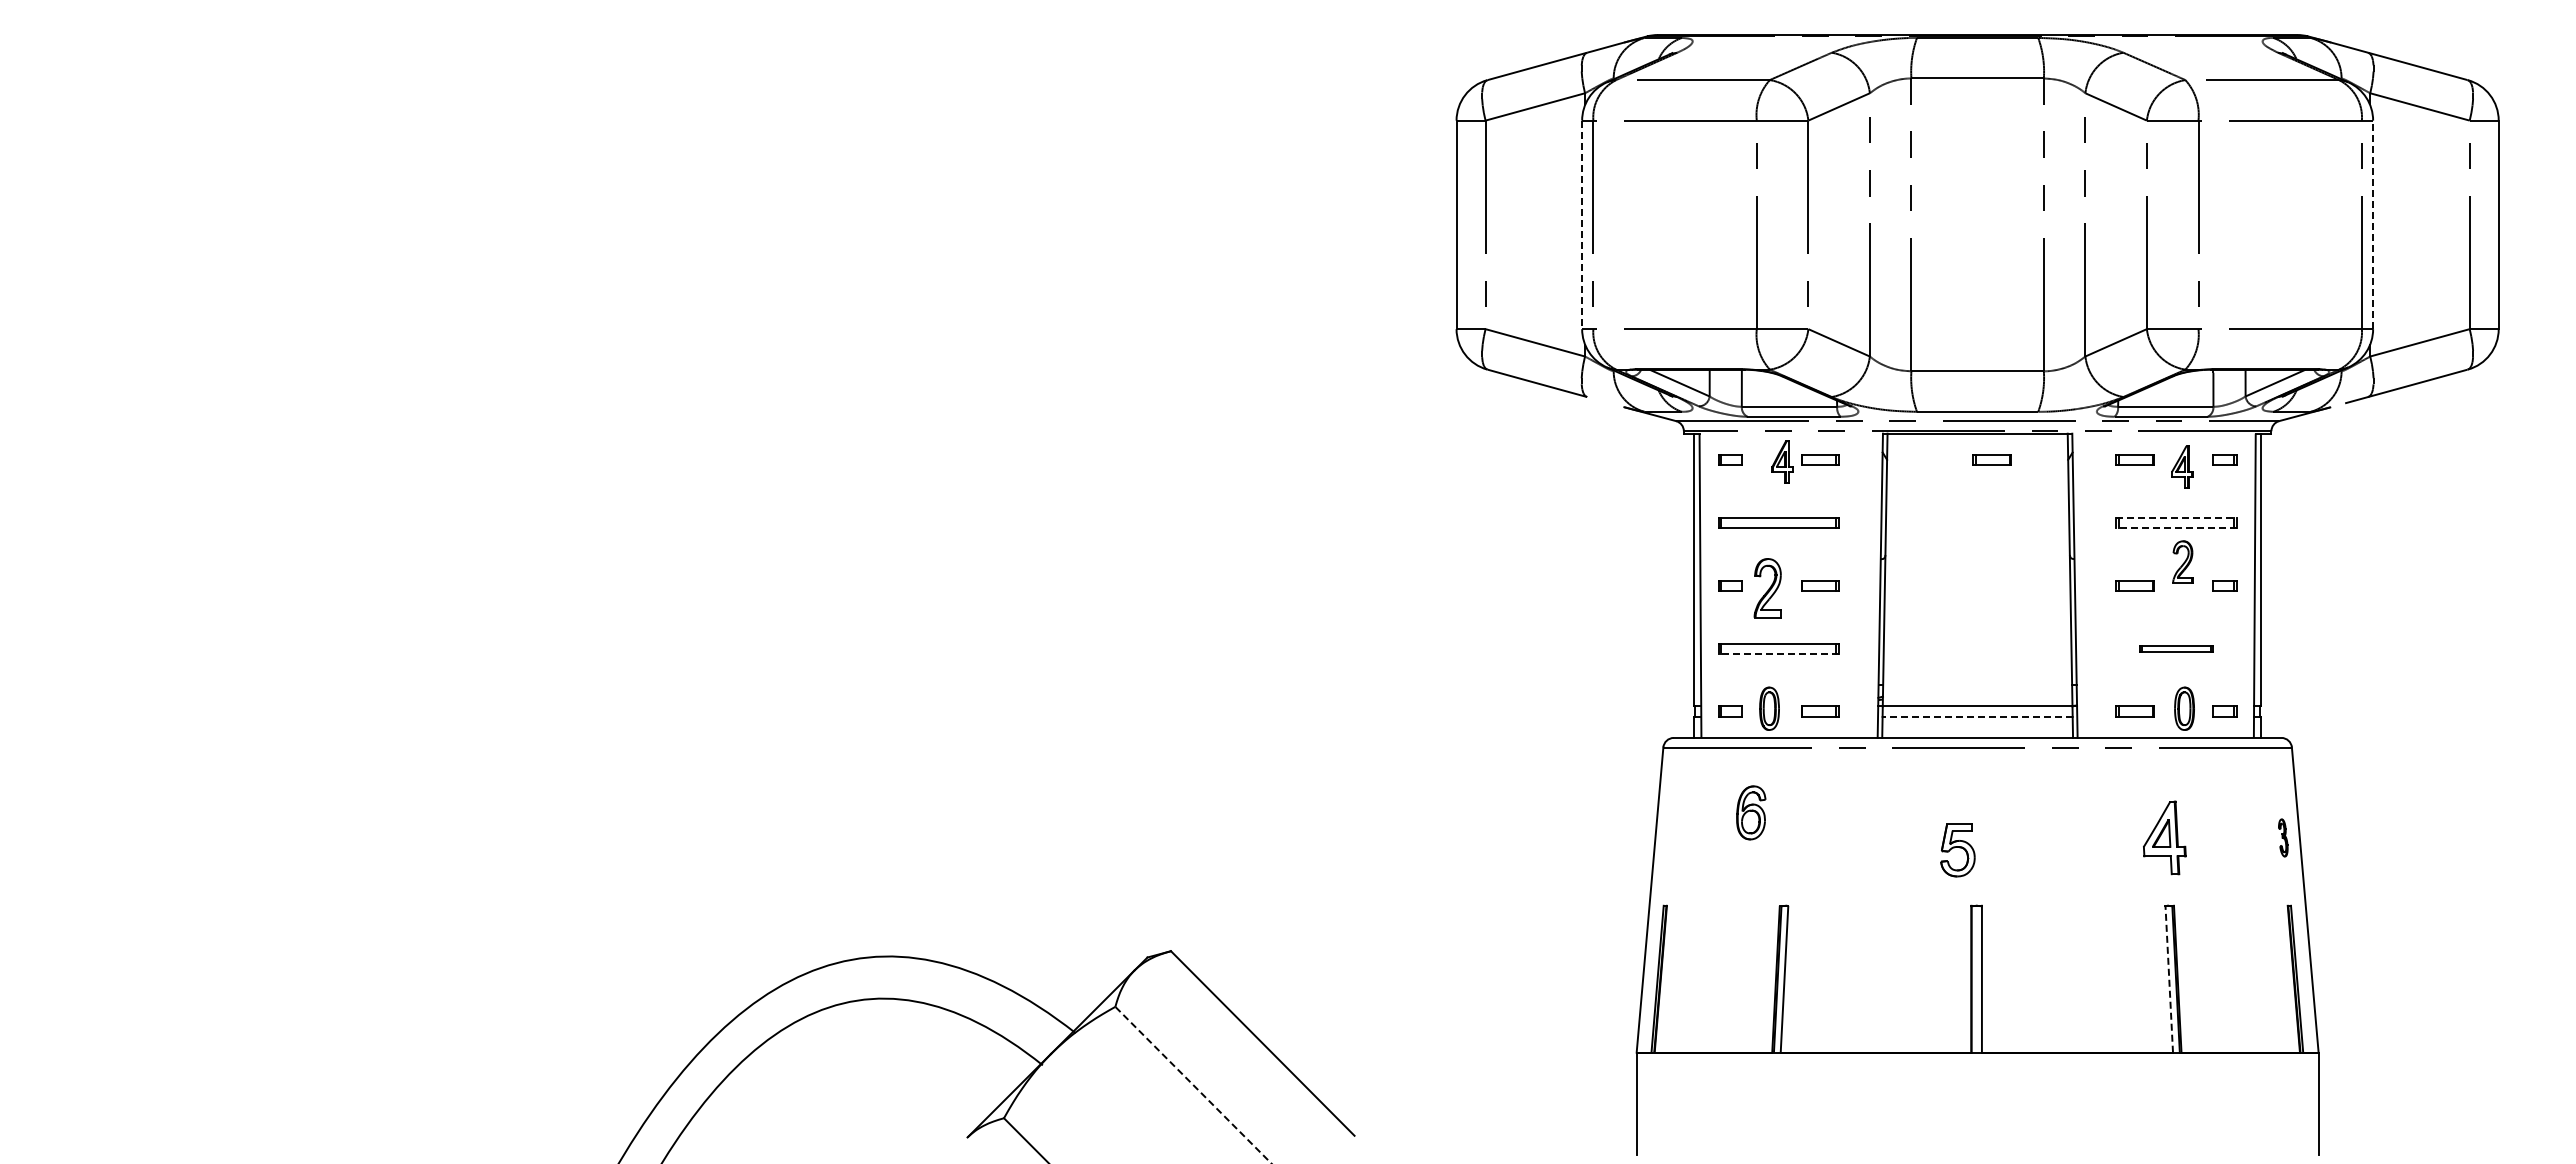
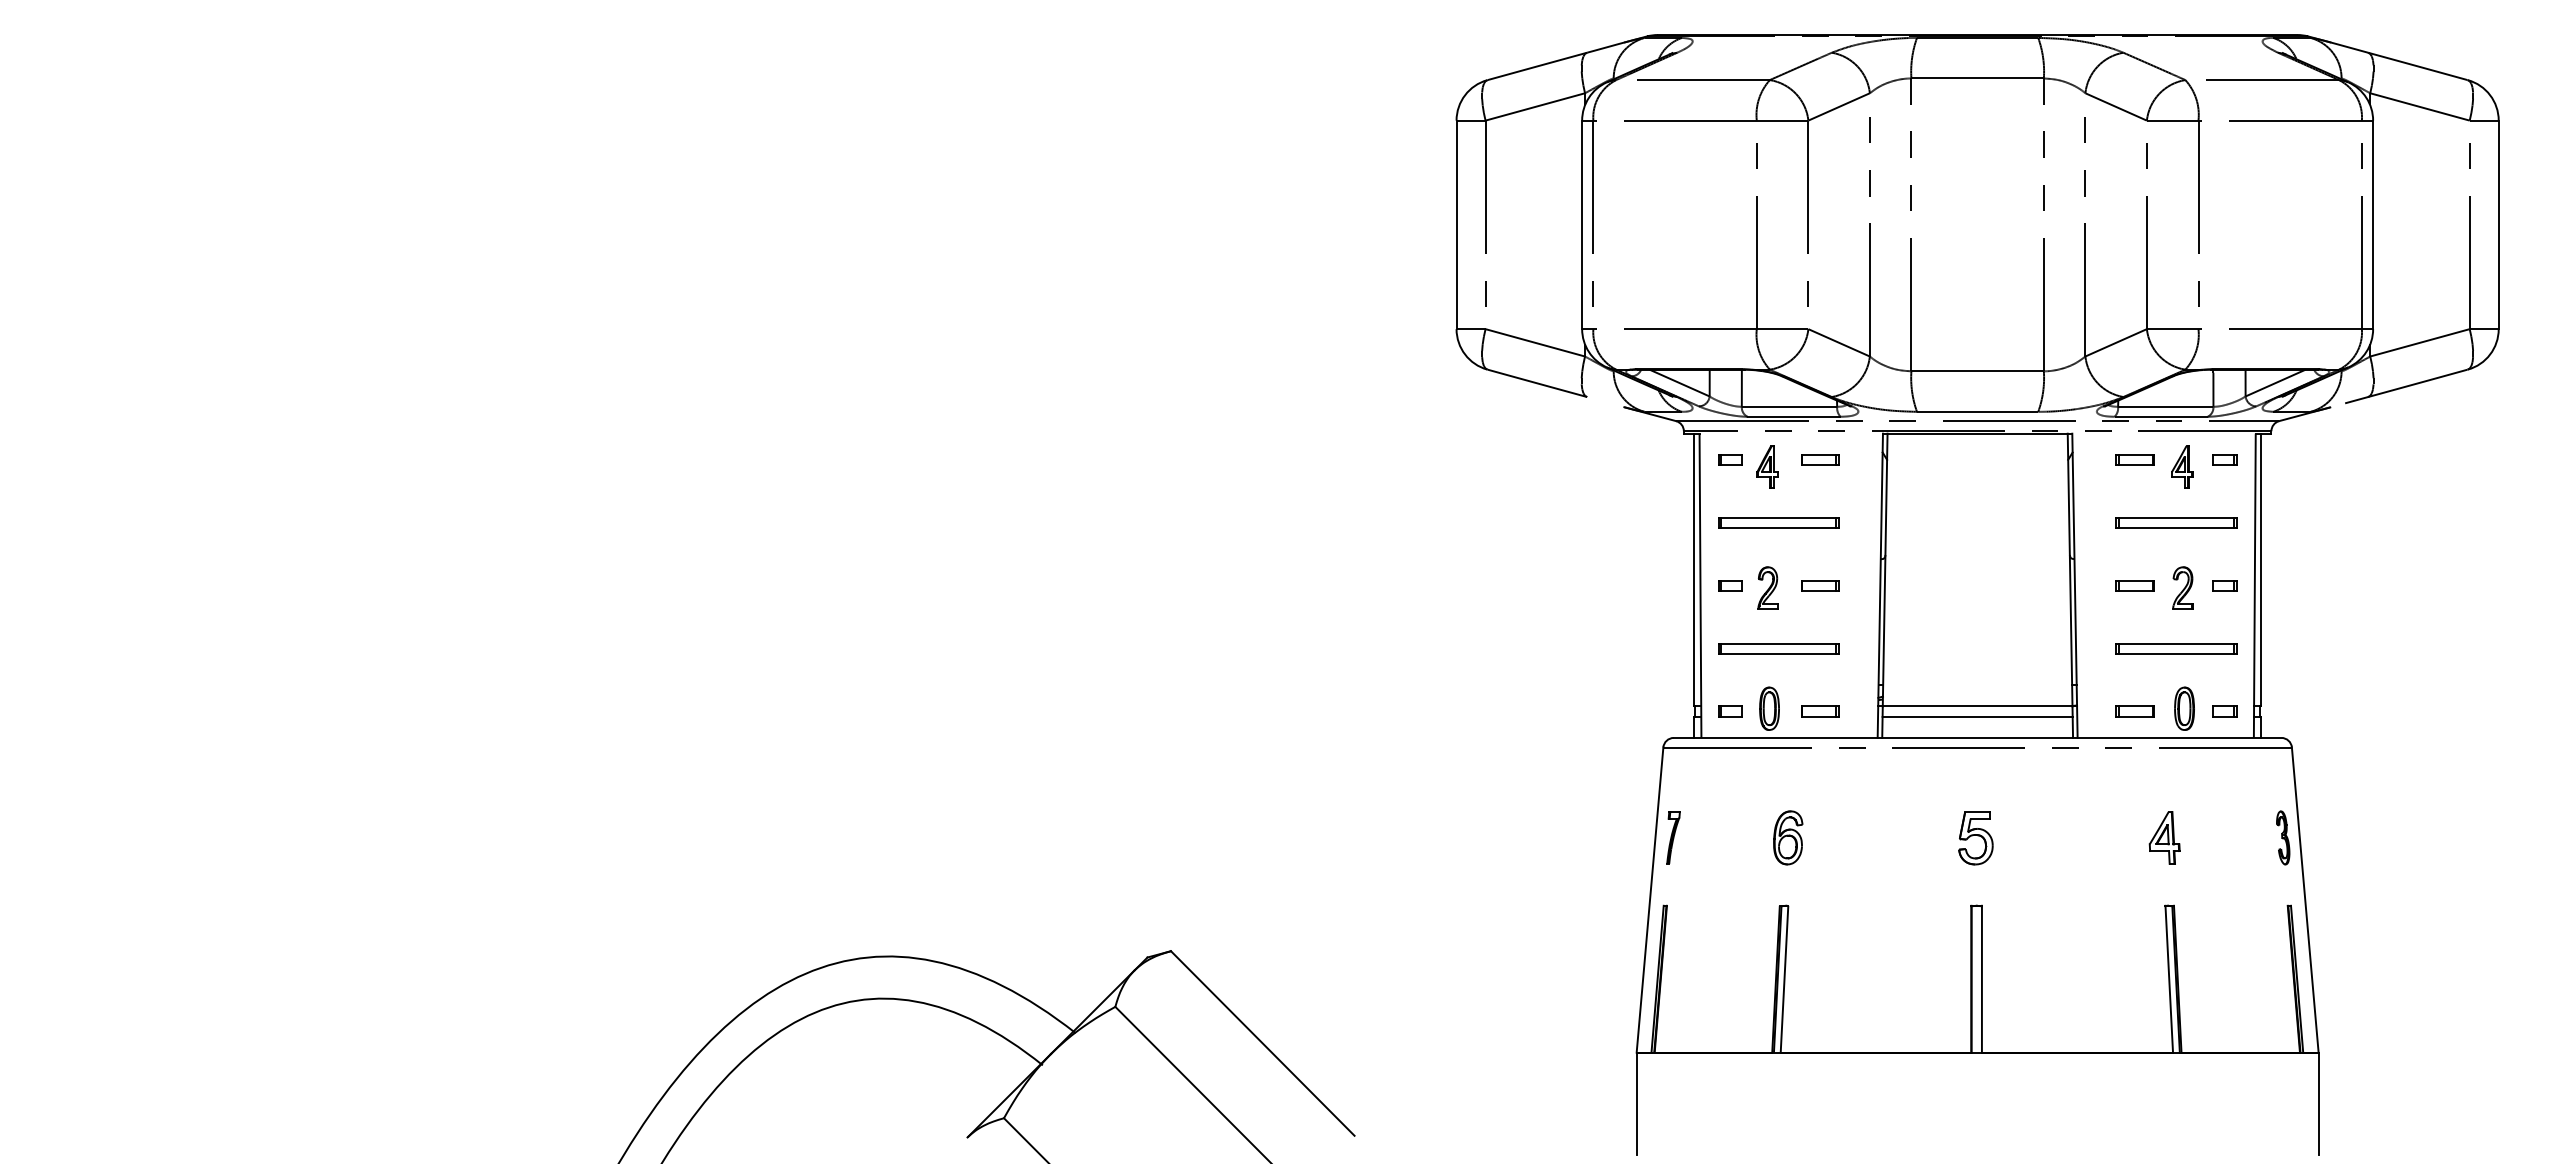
line at (2373, 224): dashed -> solid
line at (1582, 225): dashed -> solid
part at (1991, 459): present -> none
part at (1782, 461) position: (1782, 461) -> (1767, 466)
line at (2176, 517): dashed -> solid
line at (2175, 528): dashed -> solid
part at (2182, 561) position: (2182, 561) -> (2182, 587)
part at (1767, 588) size: 29x61 px -> 22x44 px
part at (2176, 648) size: 75x8 px -> 123x12 px
line at (1778, 654): dashed -> solid
line at (1977, 716): dashed -> solid
part at (1751, 812) position: (1751, 812) -> (1788, 837)
part at (1673, 837): none -> present
part at (2164, 837) size: 44x76 px -> 33x54 px
part at (2283, 837) size: 11x40 px -> 15x56 px
part at (1957, 850) position: (1957, 850) -> (1975, 838)
line at (2169, 979): dashed -> solid
line at (1193, 1085): dashed -> solid
